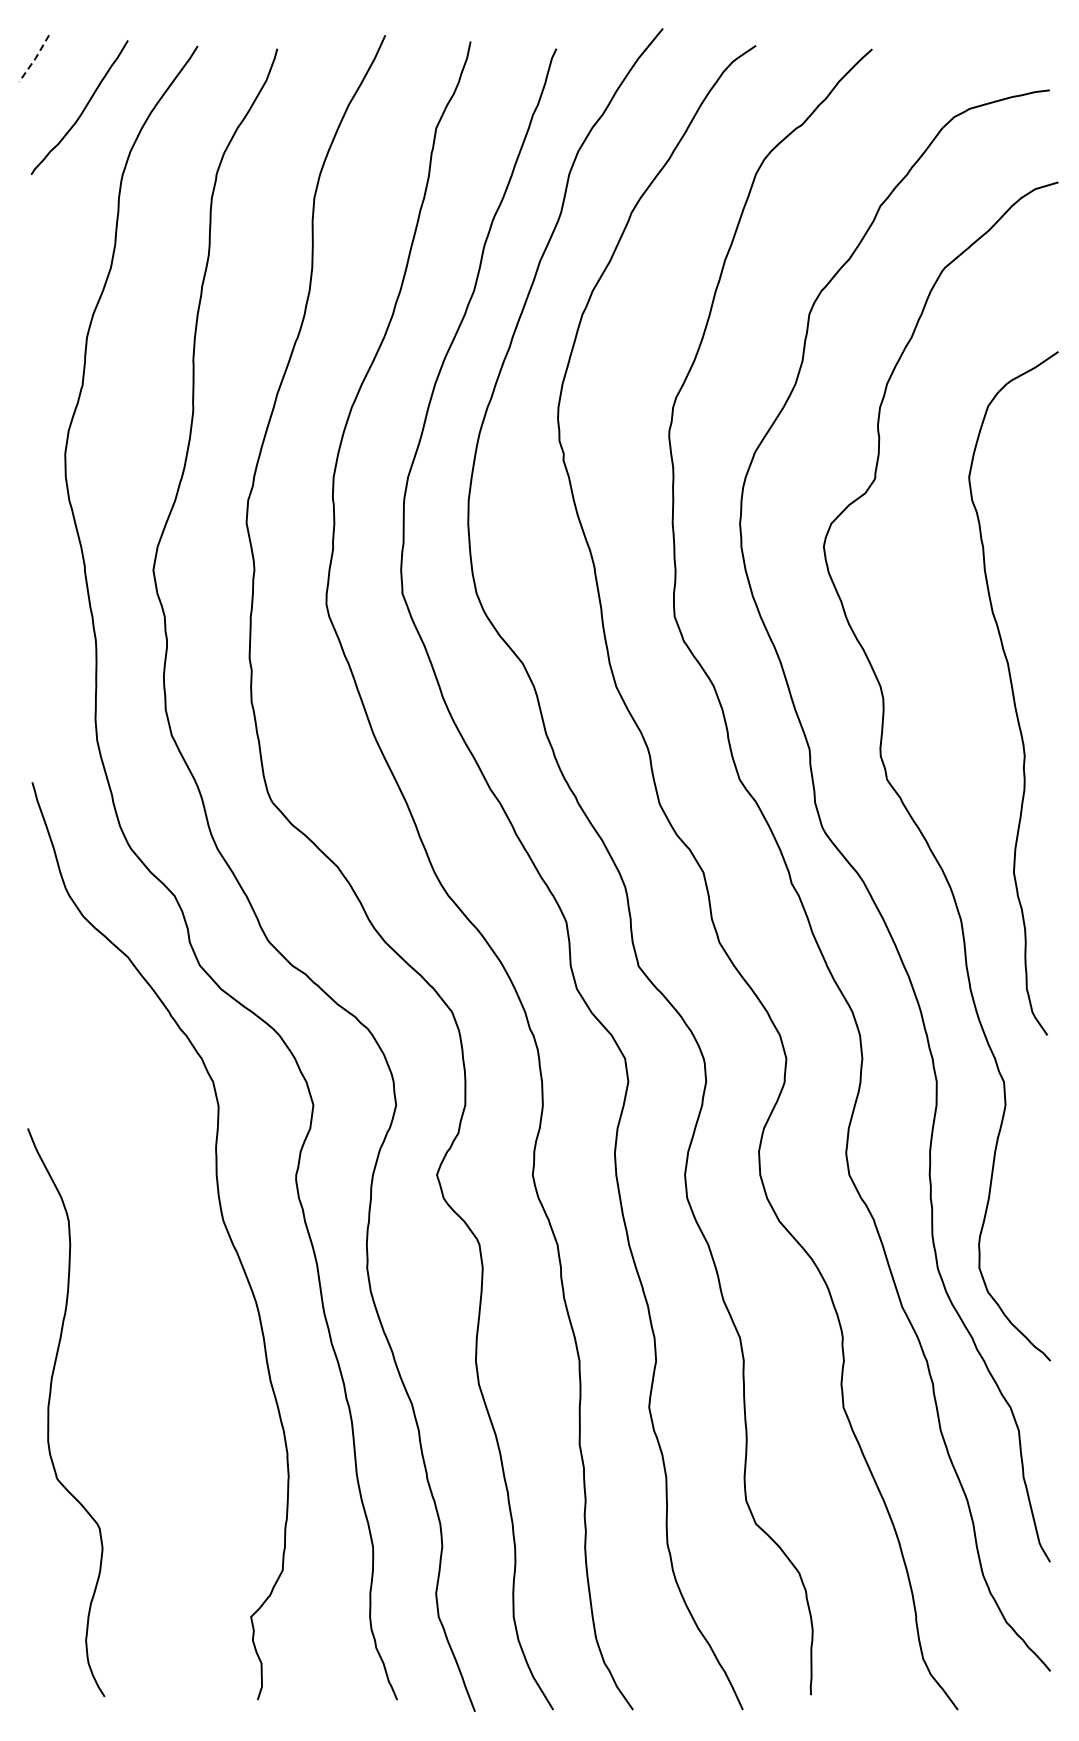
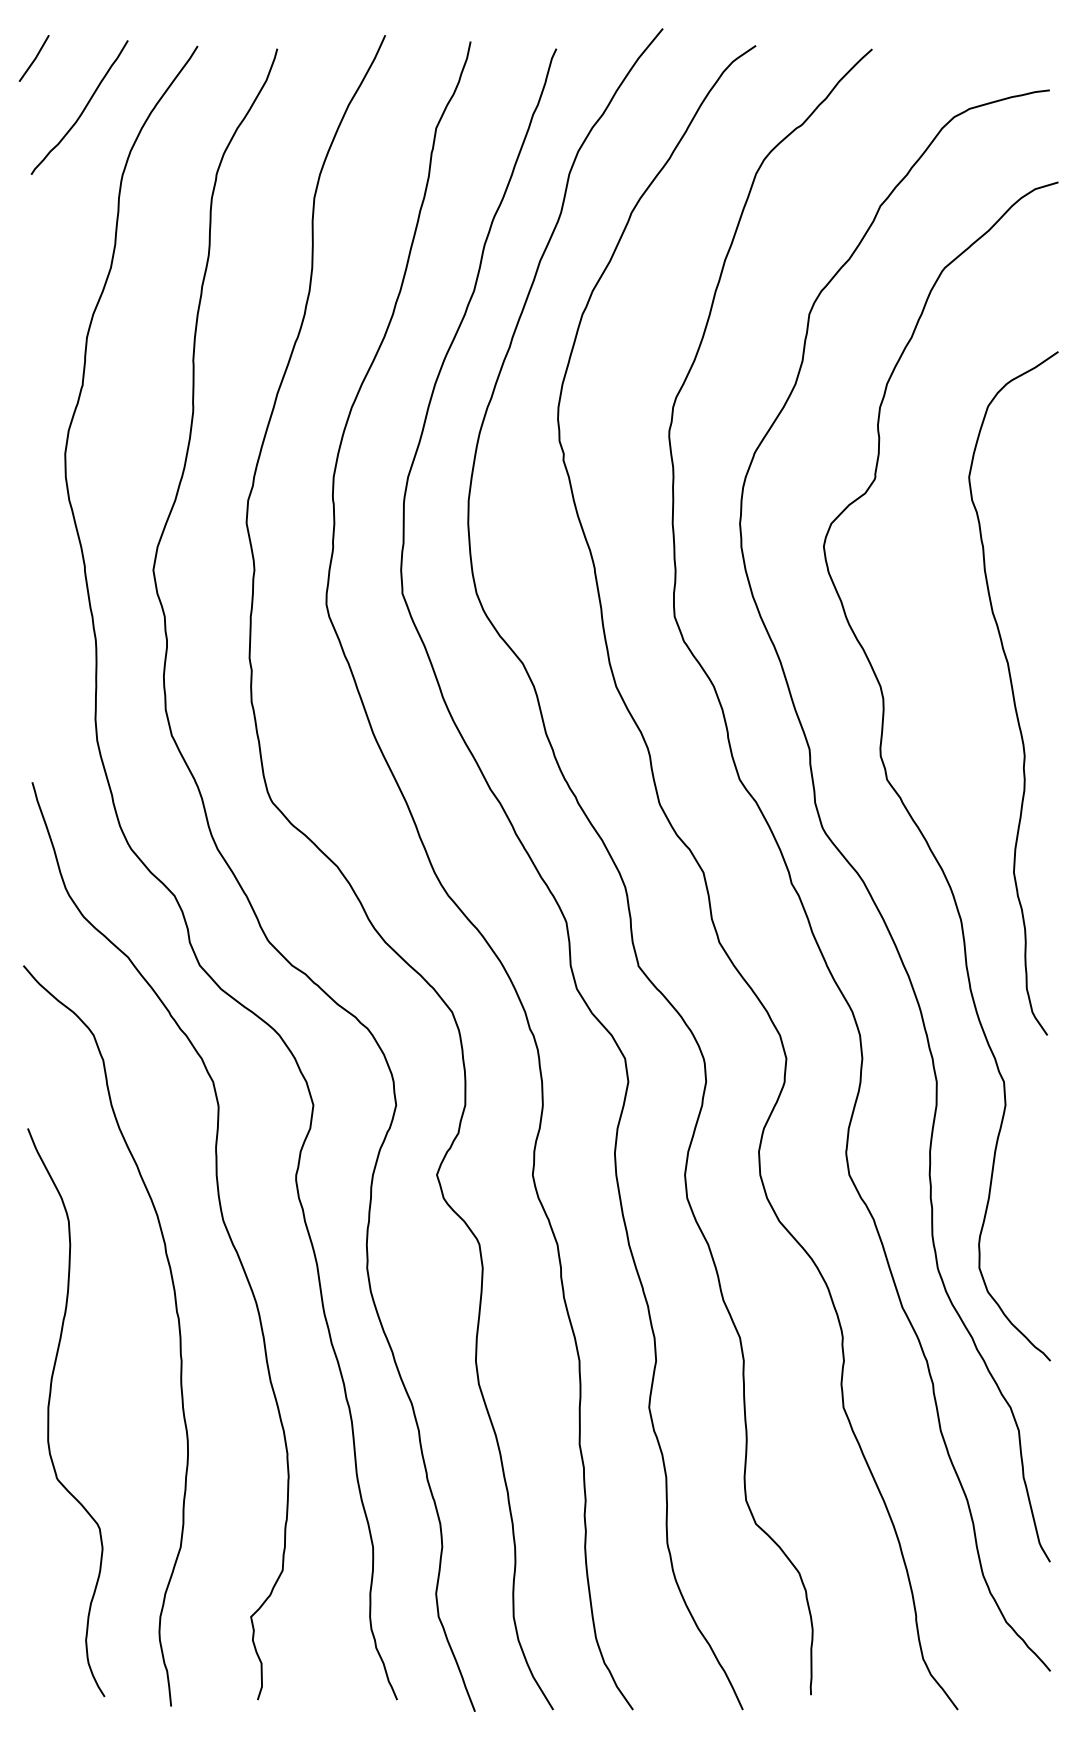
line at (35, 59): dashed -> solid
curve at (178, 1330): none -> present
